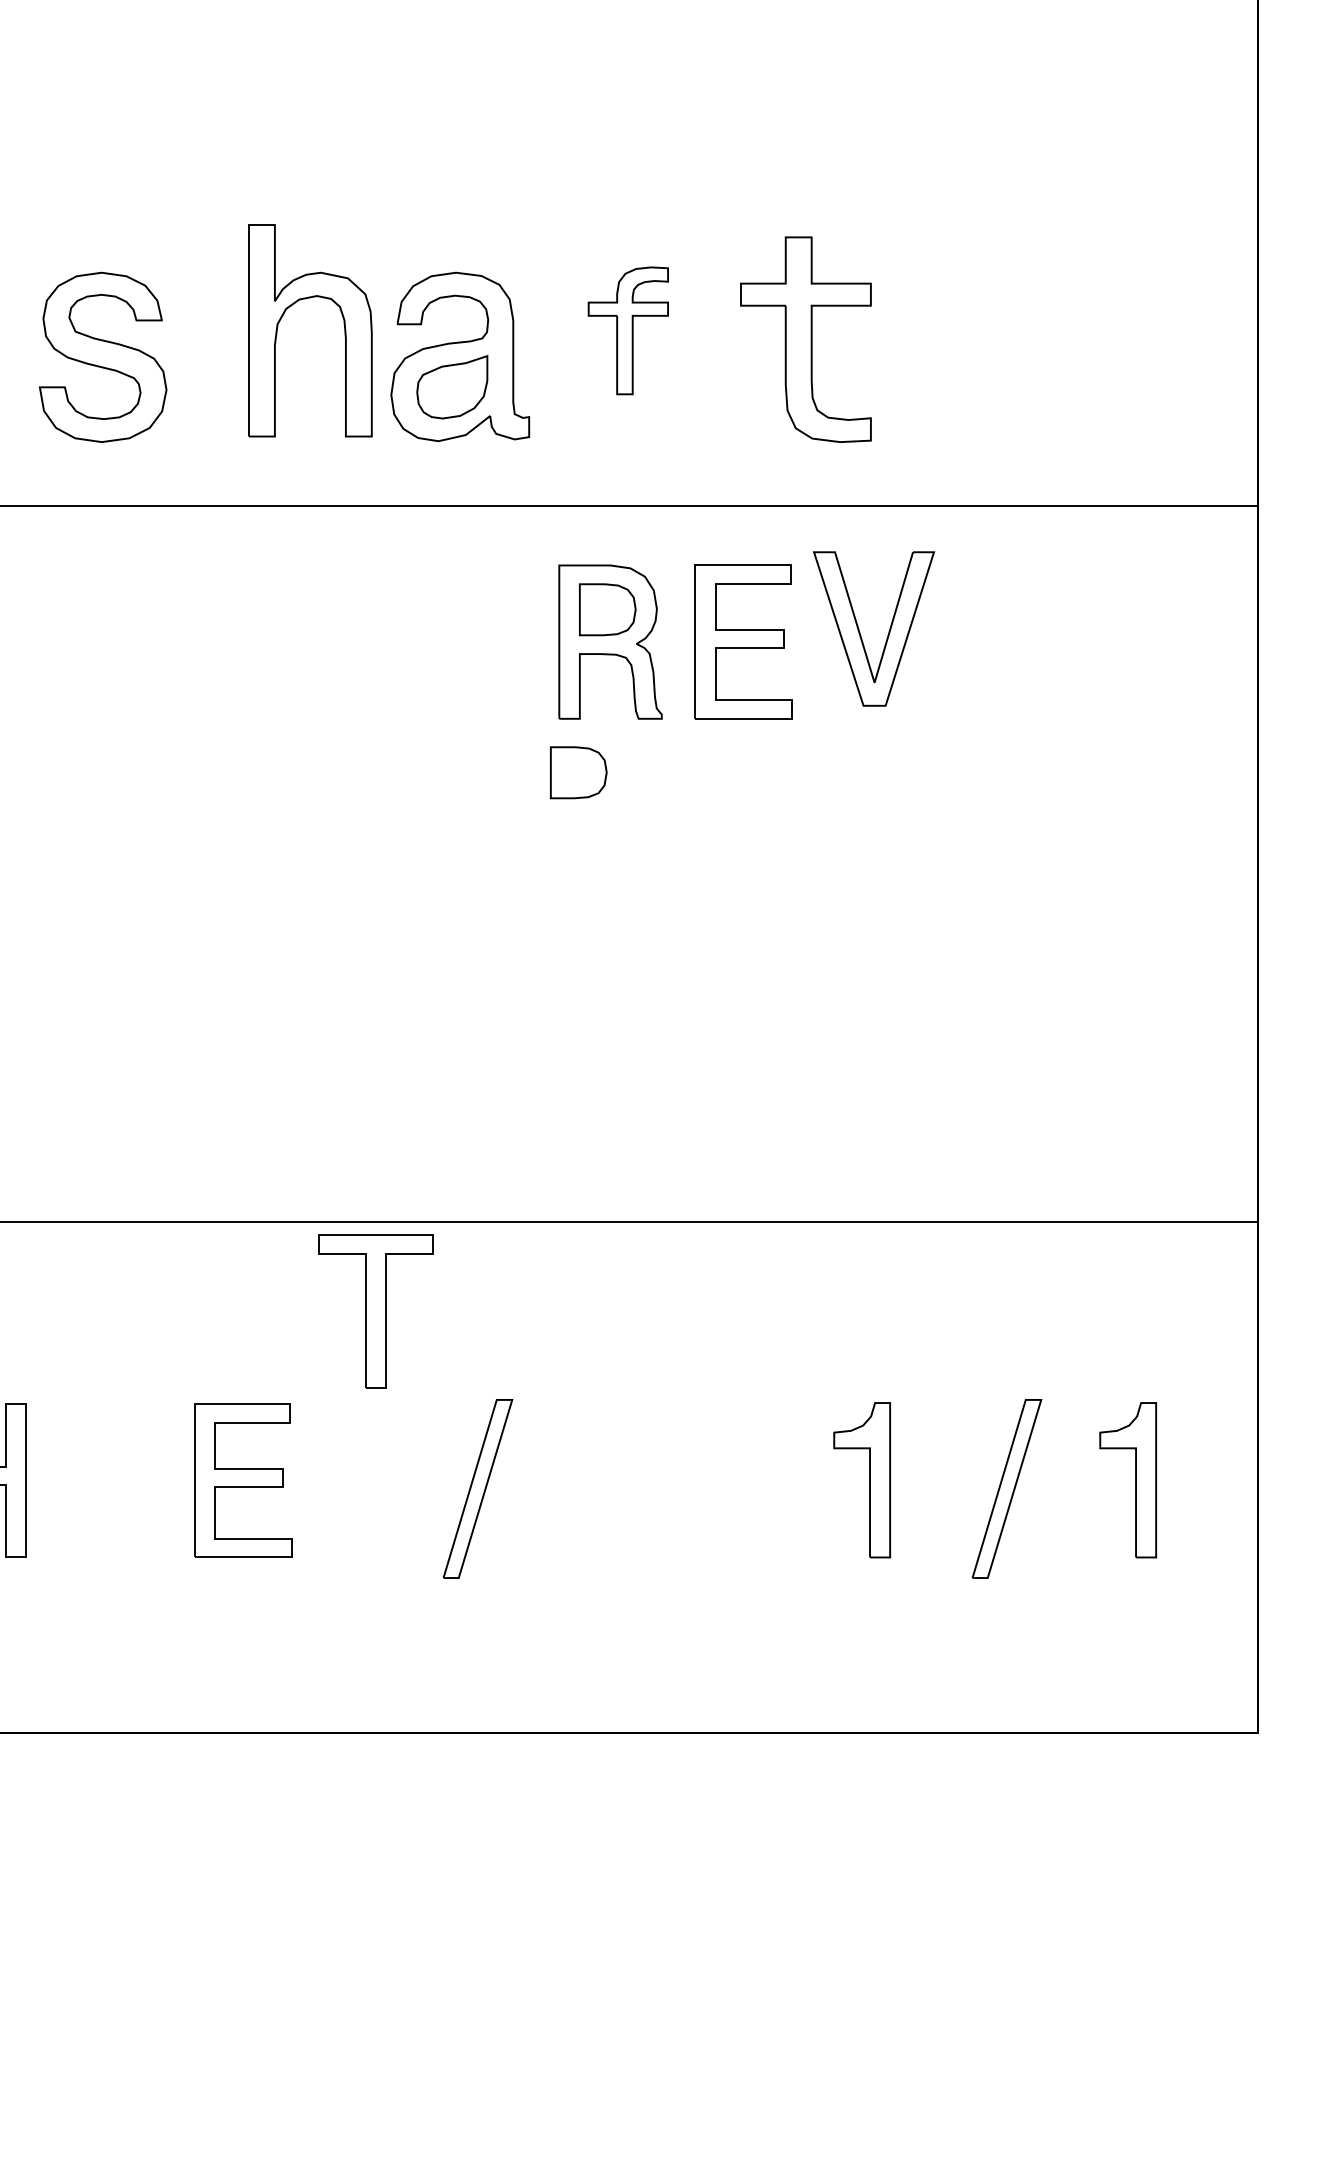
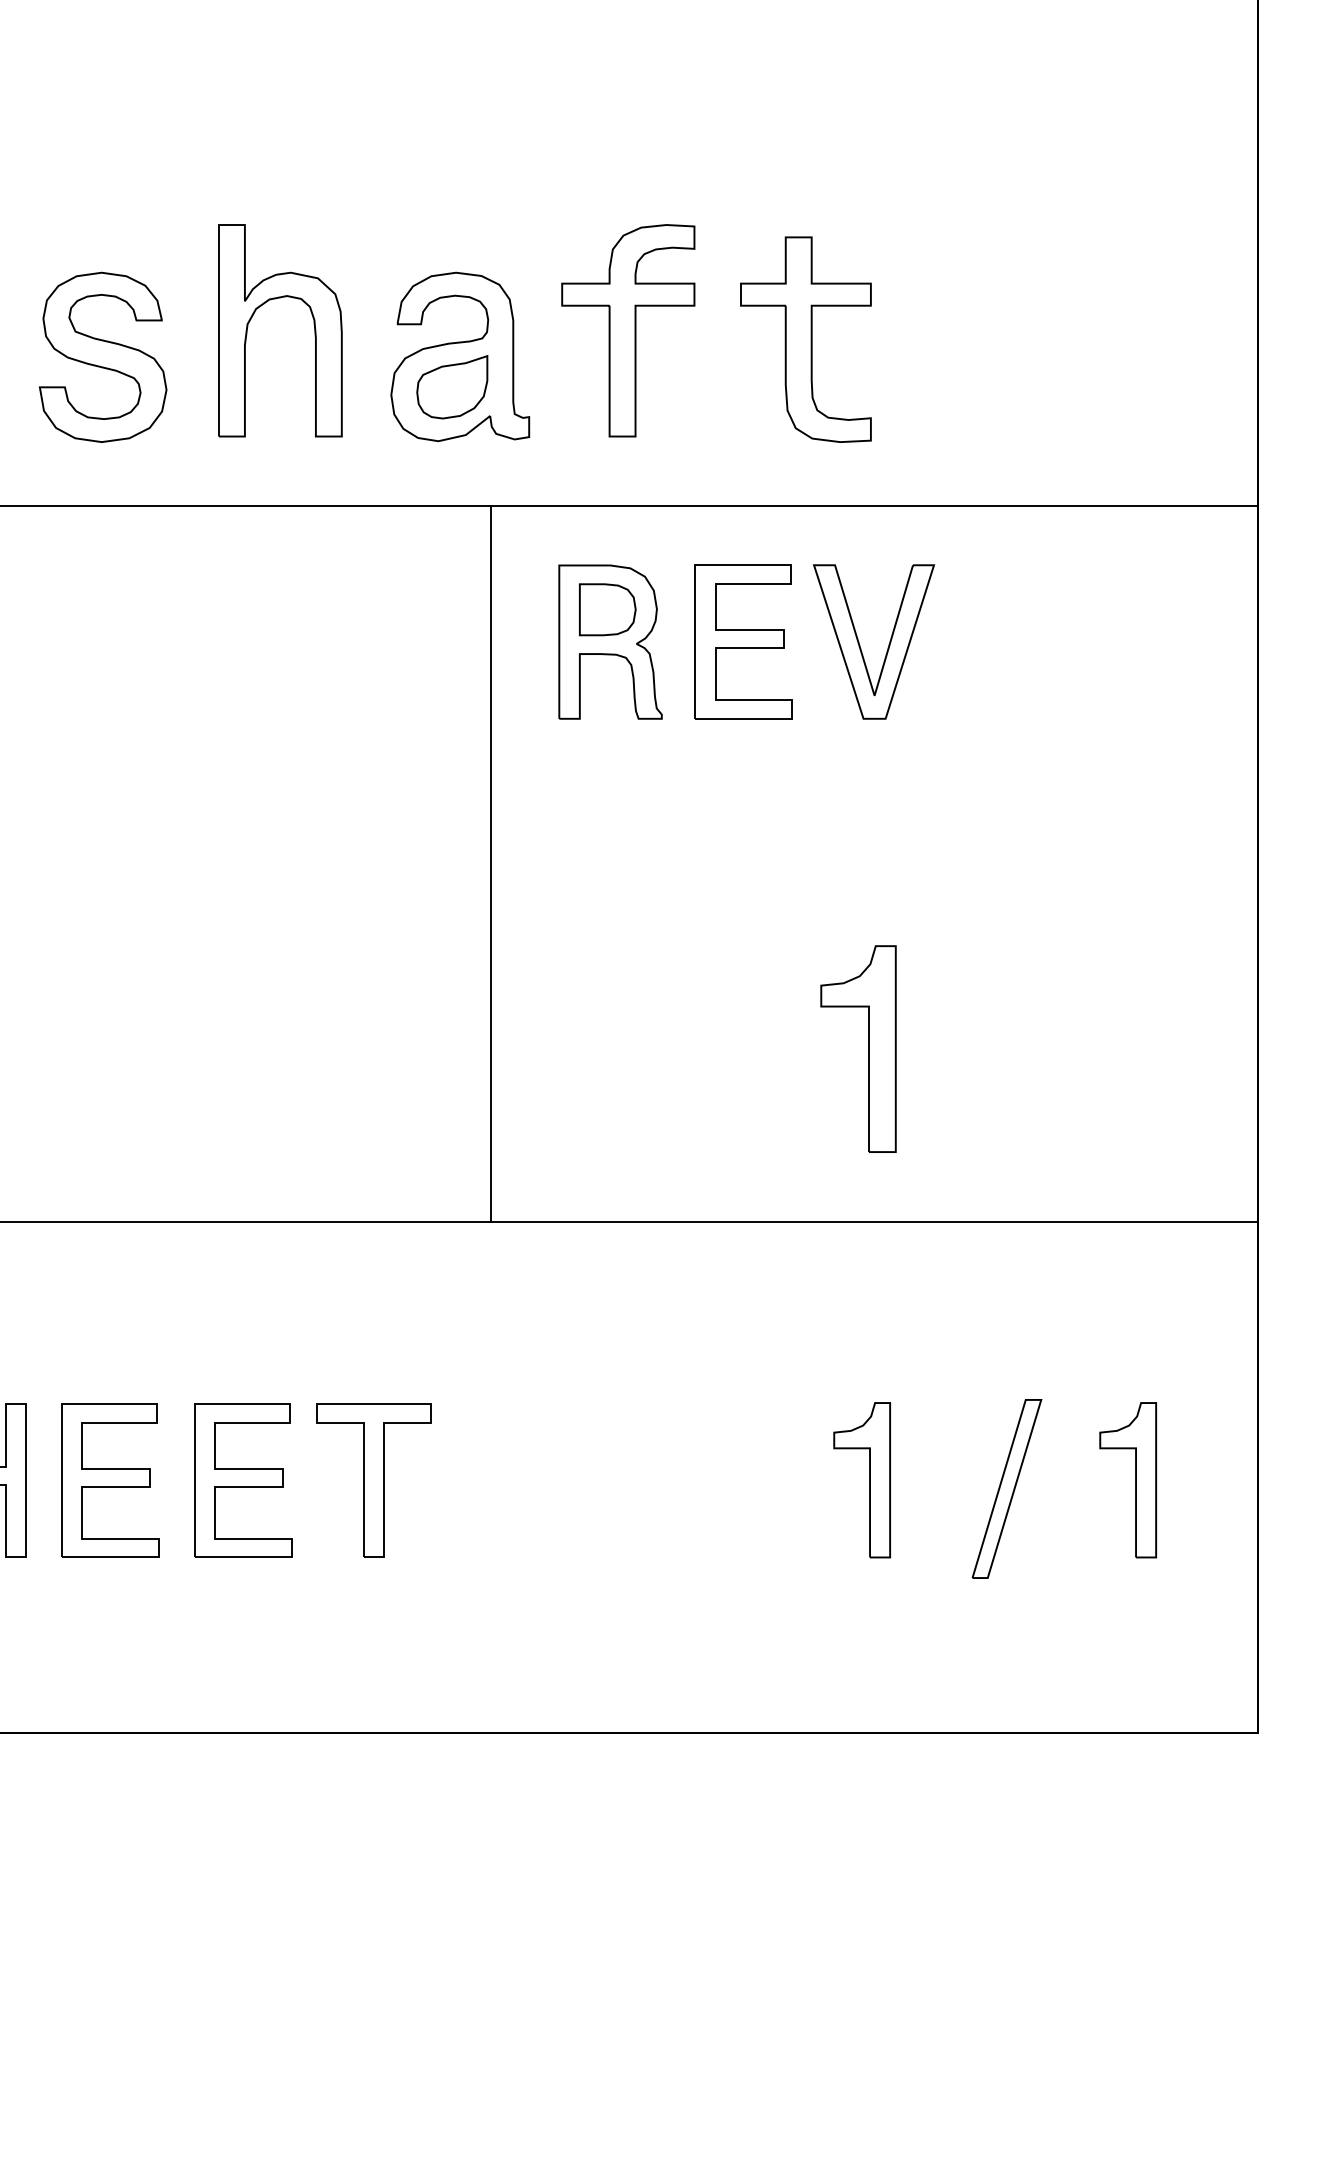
part at (294, 304) position: (294, 304) -> (264, 304)
part at (627, 330) size: 82x130 px -> 135x214 px
part at (888, 631) position: (888, 631) -> (888, 644)
part at (578, 772): present -> none
line at (490, 863): none -> present
part at (868, 1048): none -> present
part at (375, 1311) position: (375, 1311) -> (373, 1480)
part at (110, 1480): none -> present
part at (477, 1488): present -> none
